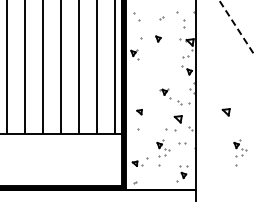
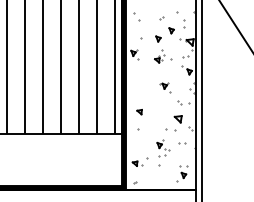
line at (236, 26): dashed -> solid
part at (171, 30): none -> present
part at (163, 56): none -> present
part at (165, 93) position: (165, 93) -> (165, 87)
line at (202, 100): none -> present
part at (225, 112): present -> none
part at (240, 152): present -> none
